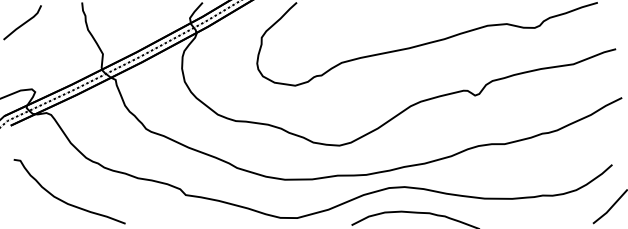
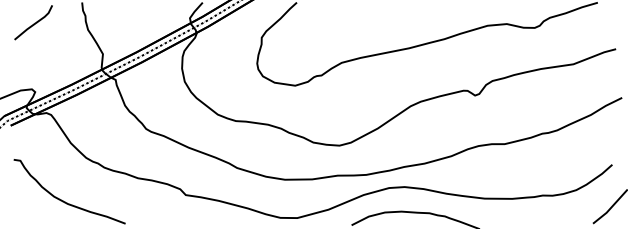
line at (22, 23) position: (22, 23) -> (33, 23)
